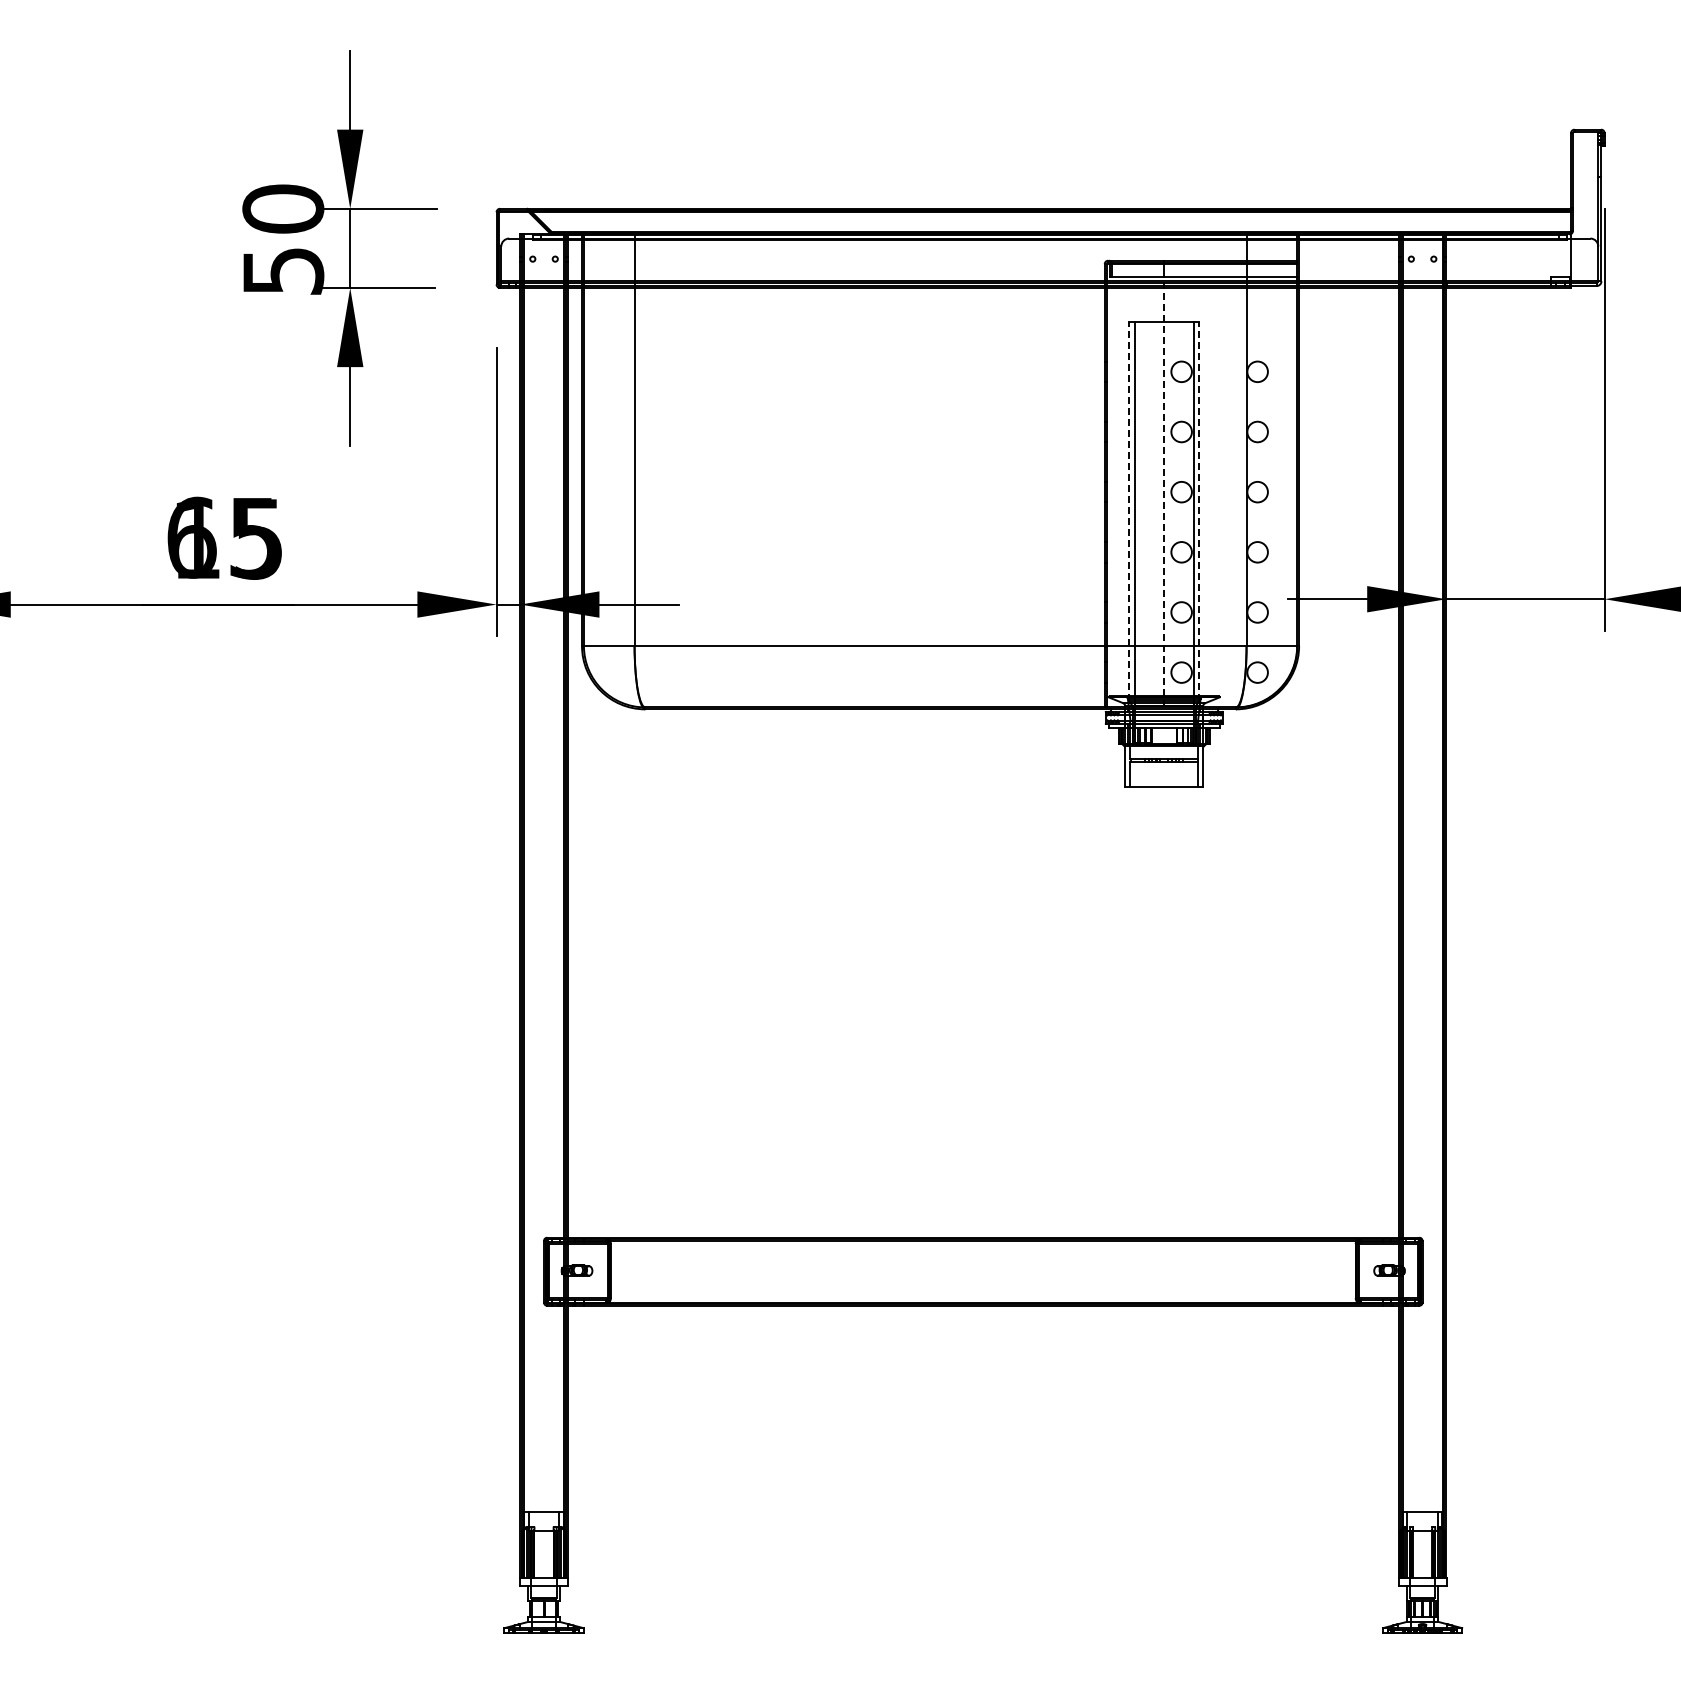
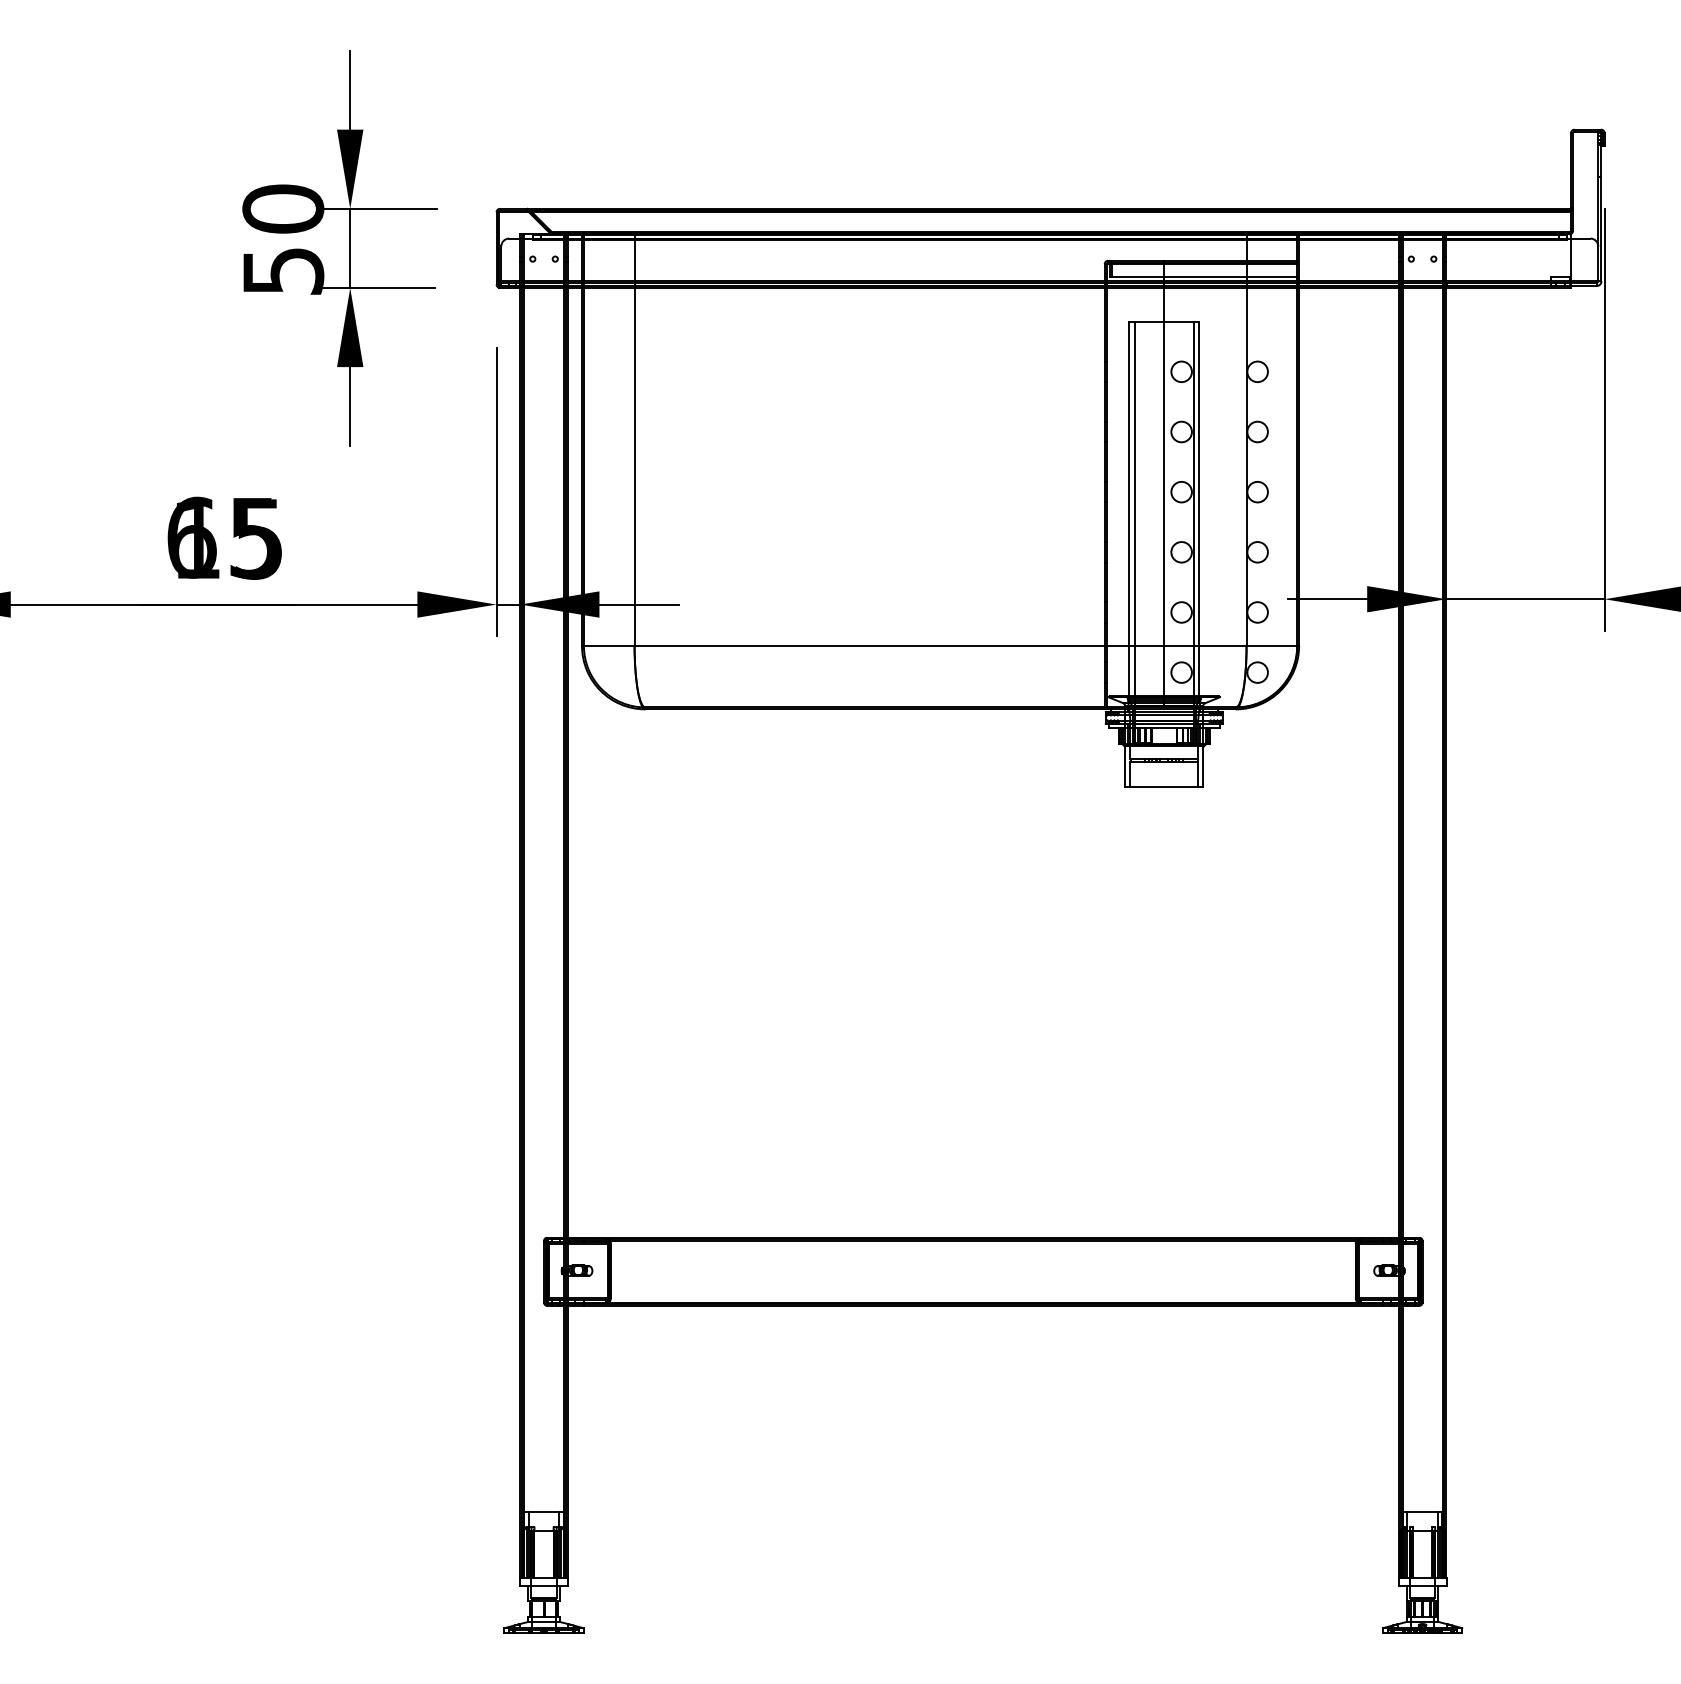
line at (1164, 491): dashed -> solid
line at (1129, 510): dashed -> solid
line at (1199, 510): dashed -> solid
